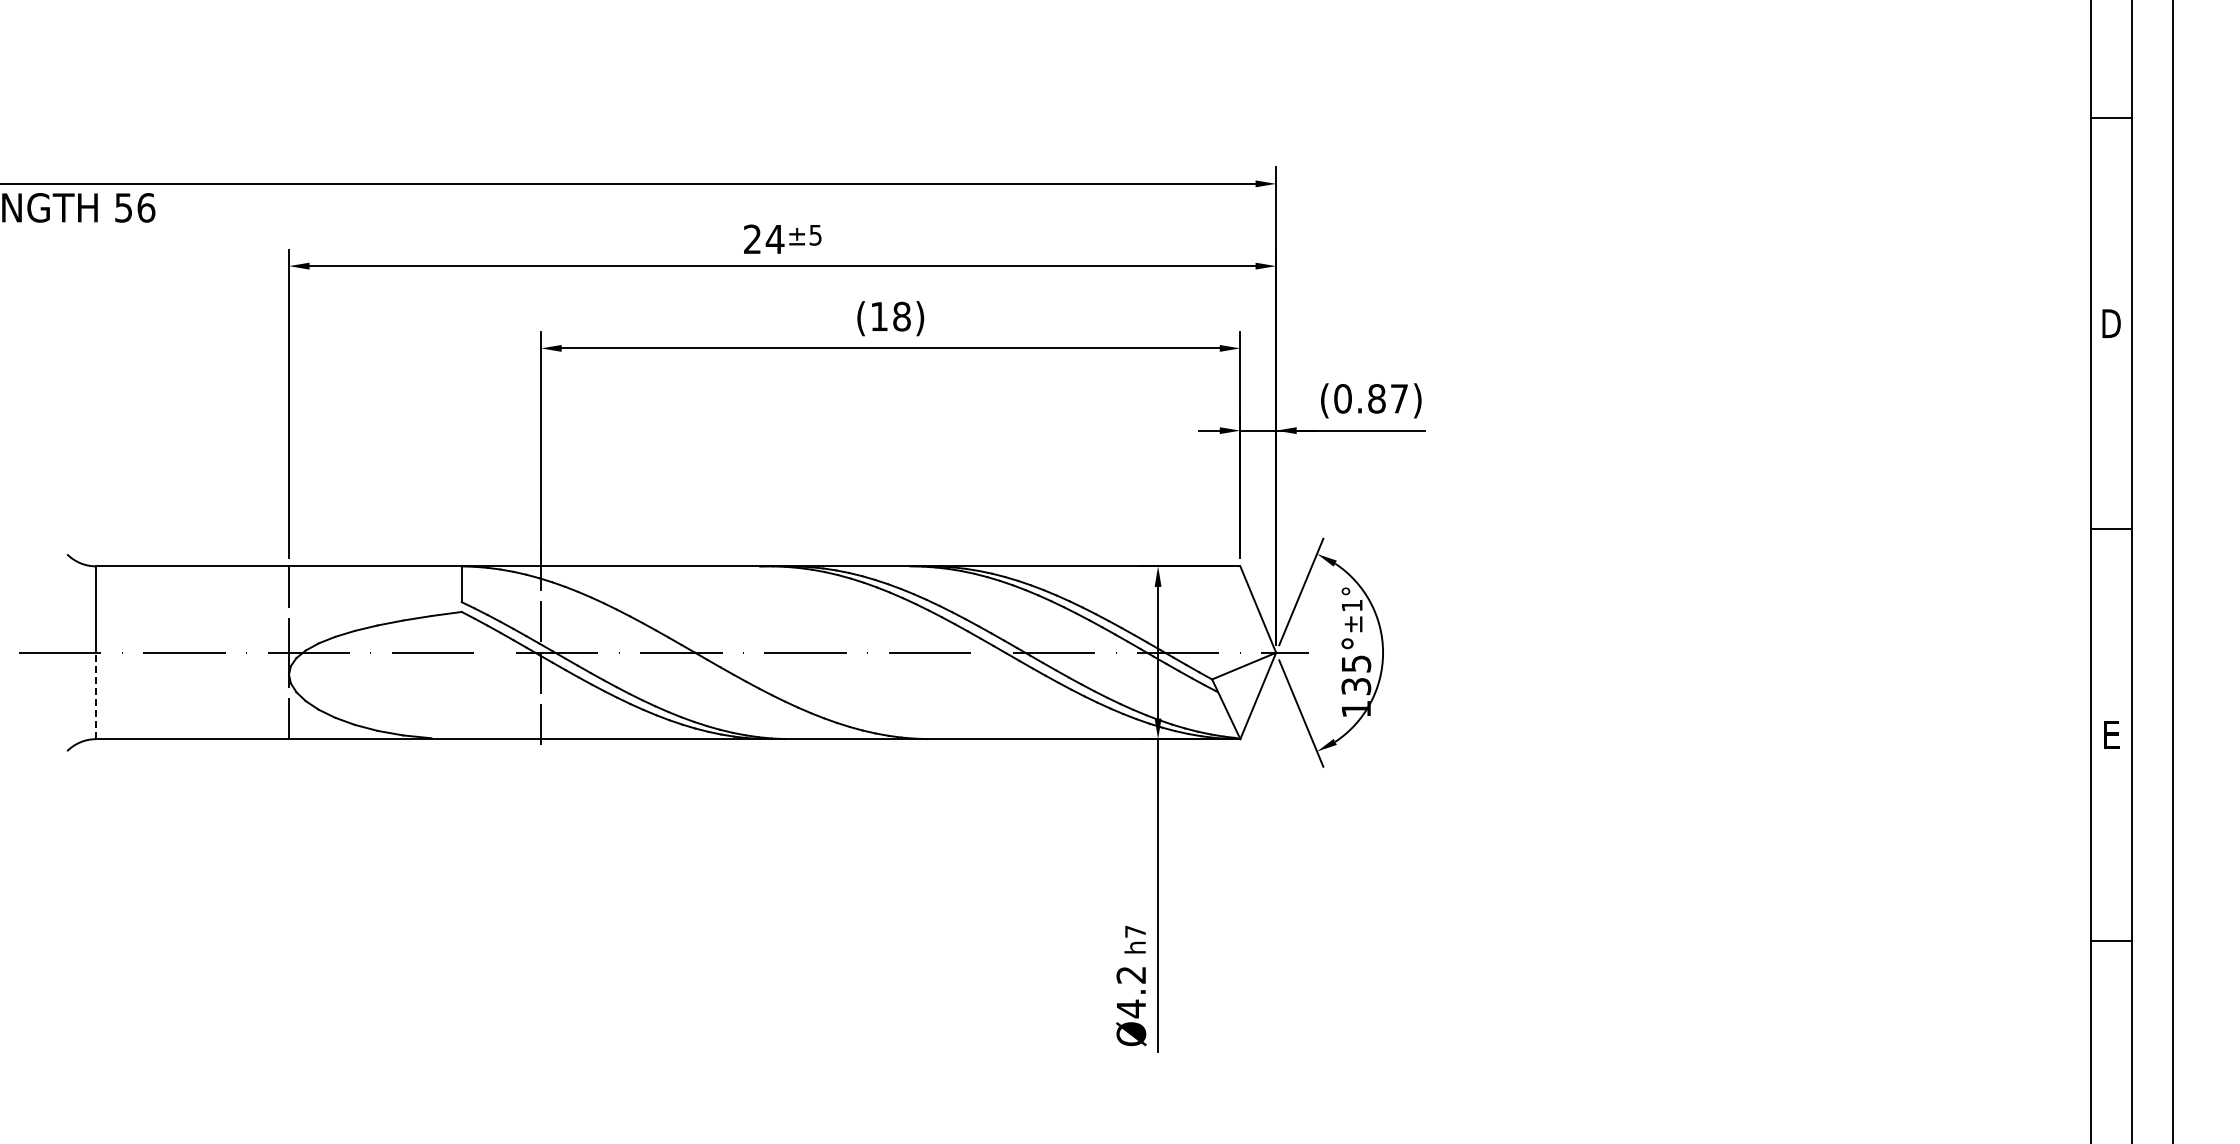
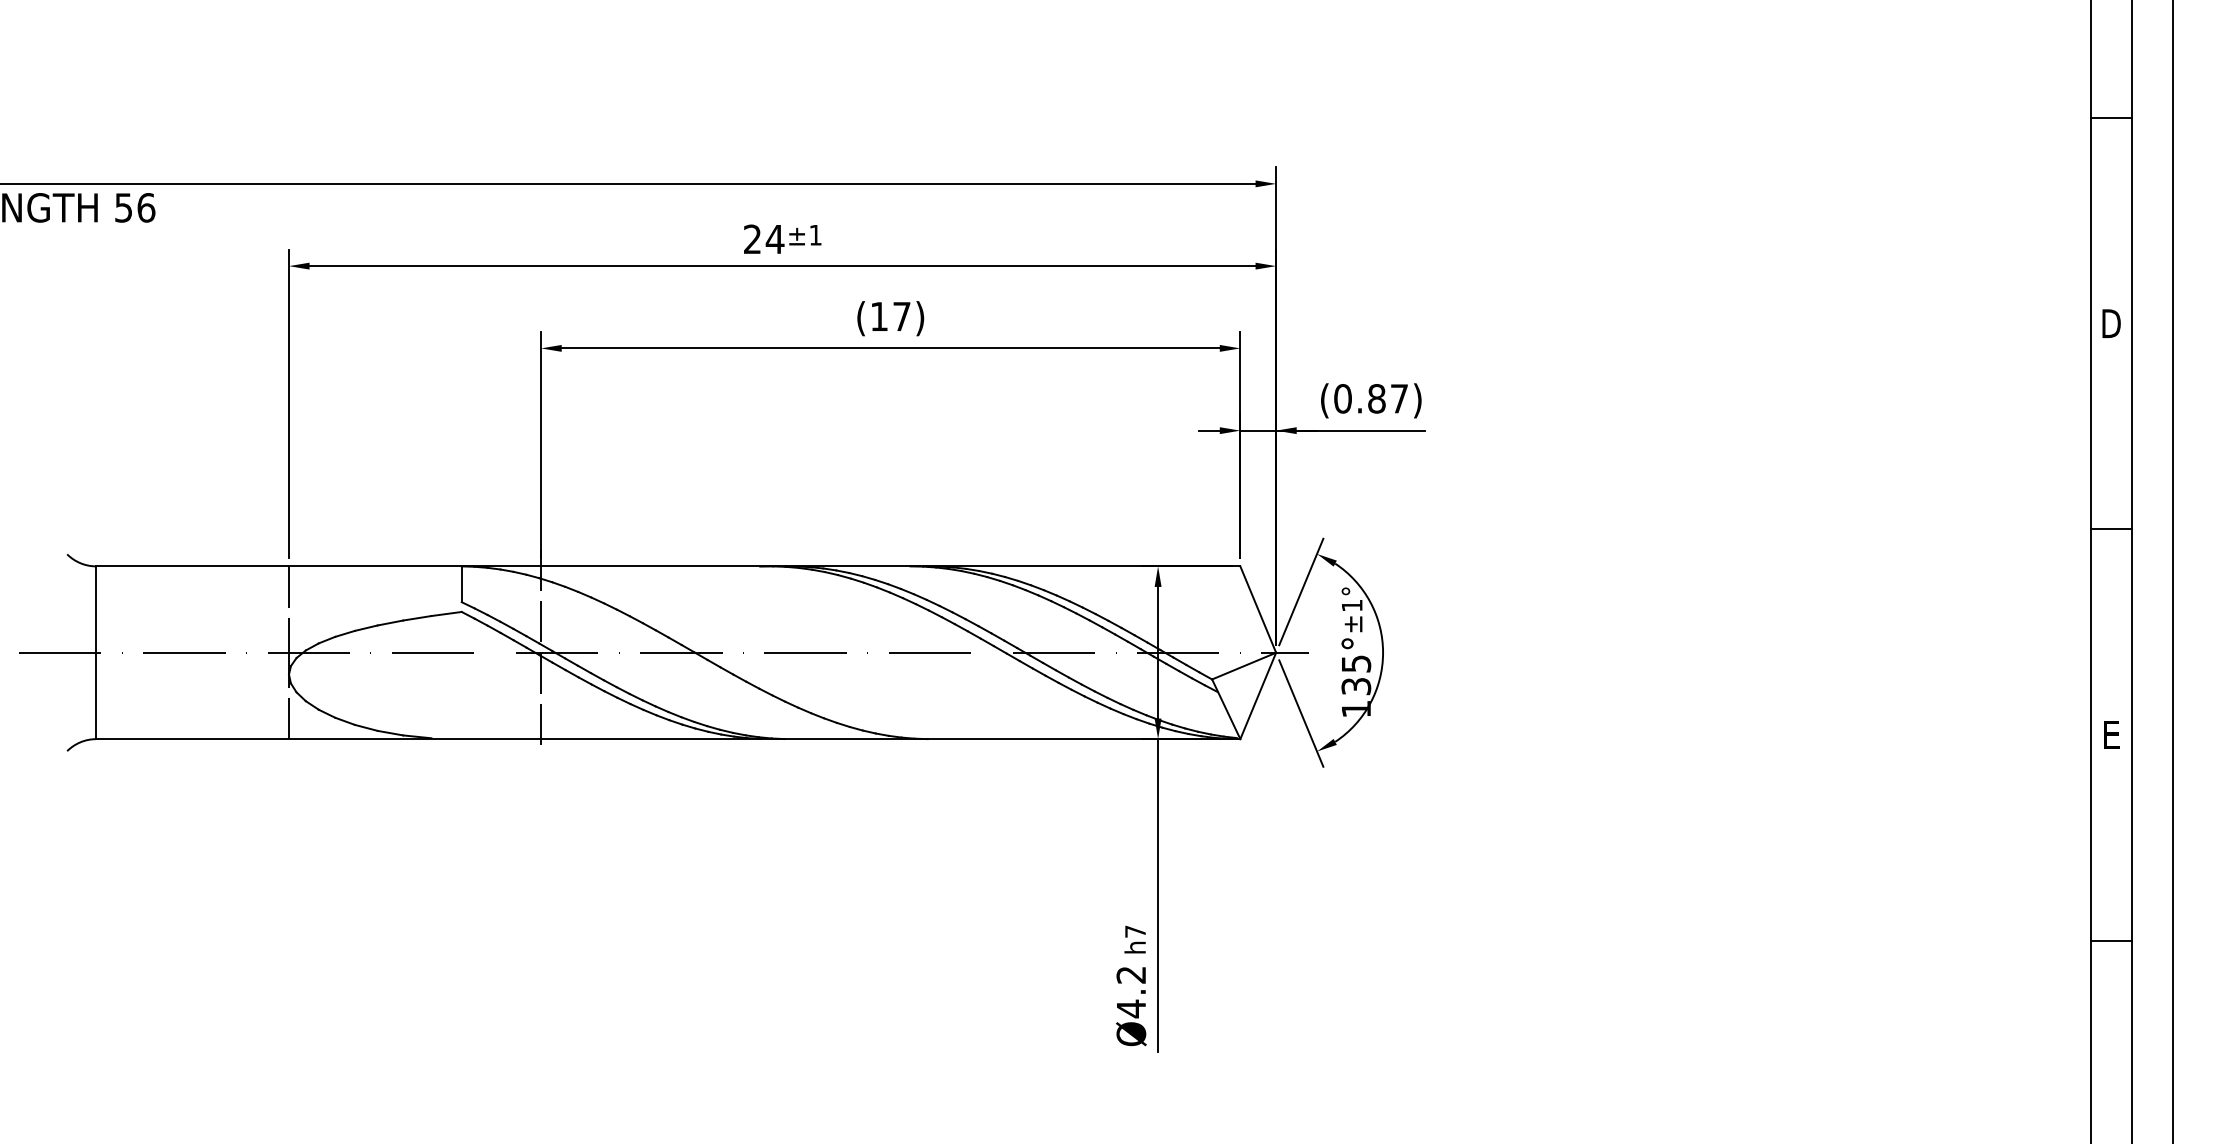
text at (815, 235): ±5 -> ±1
text at (901, 316): (18) -> (17)
line at (96, 695): dashed -> solid
